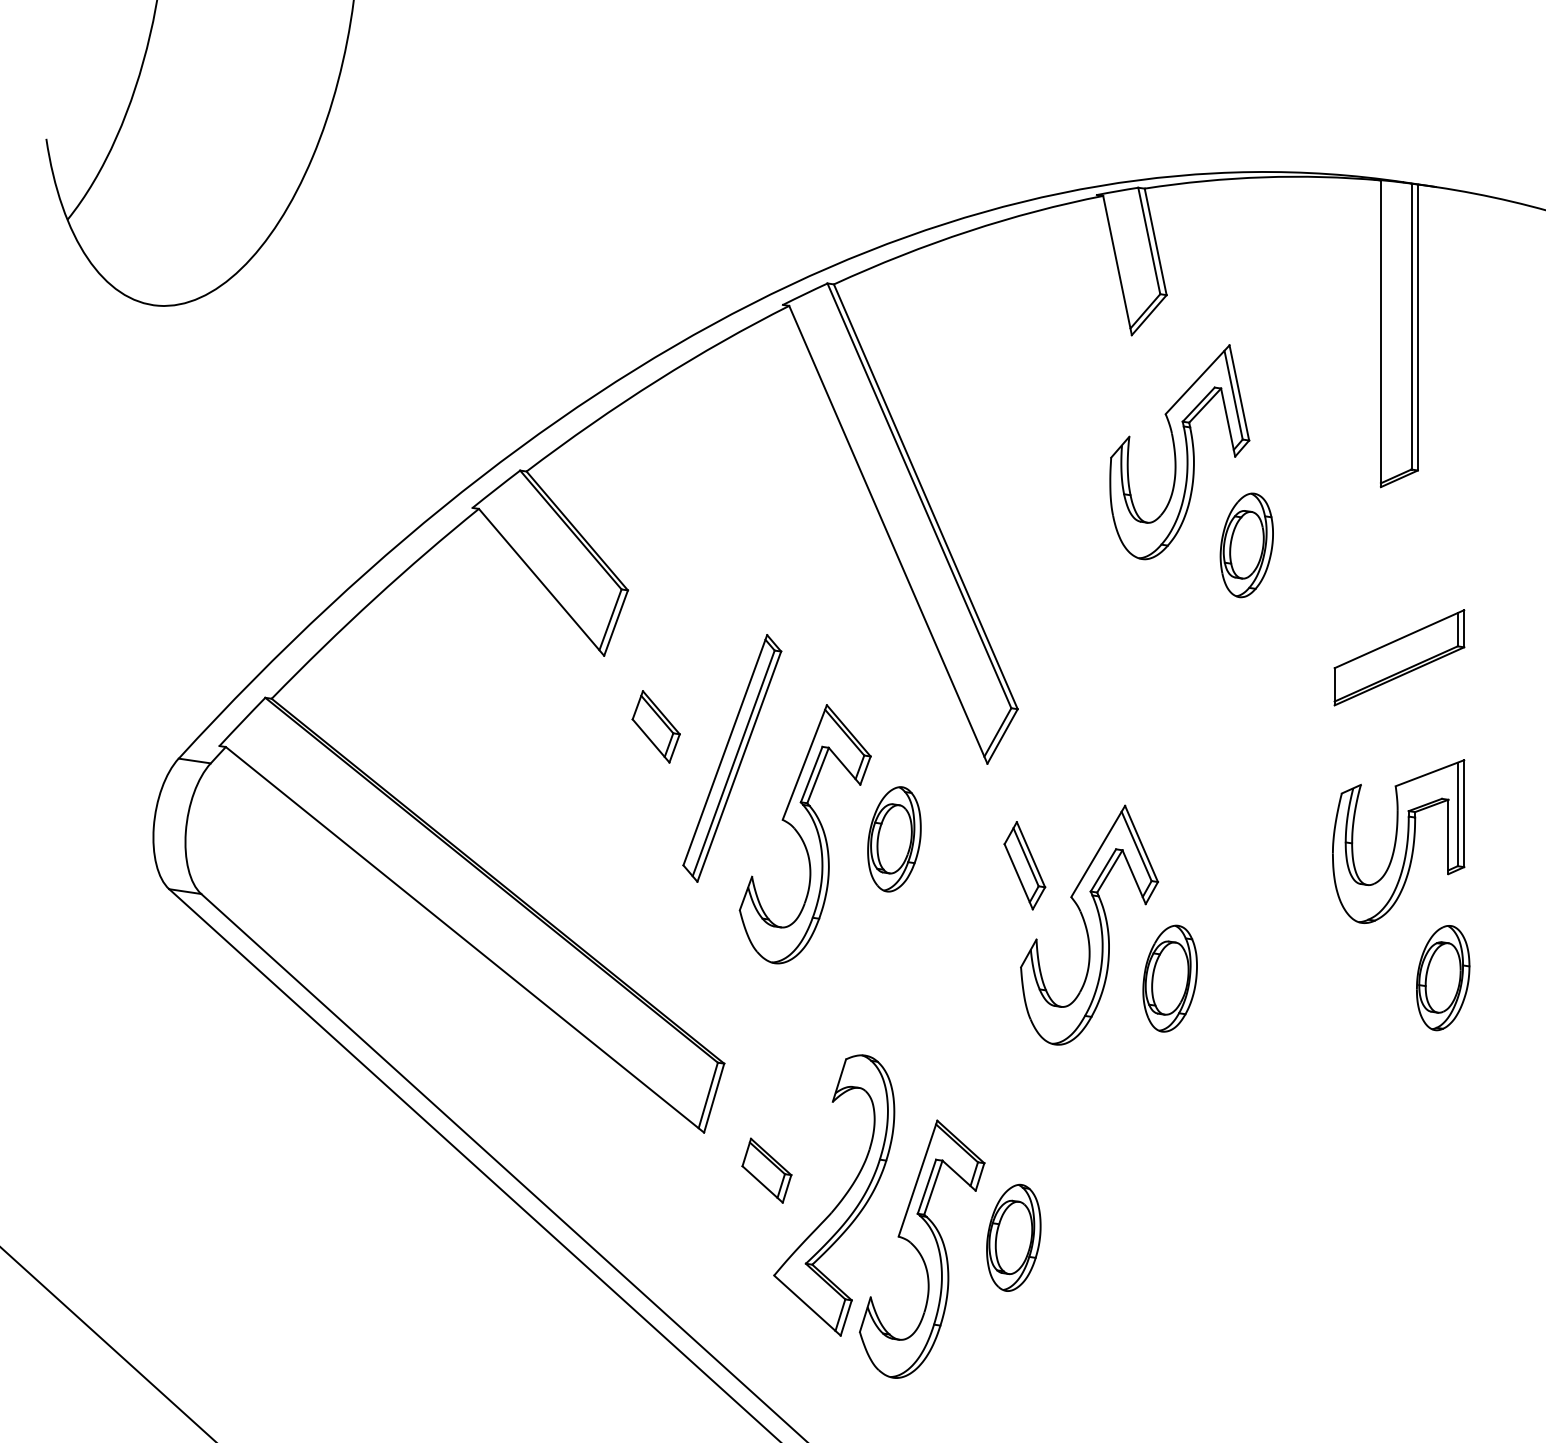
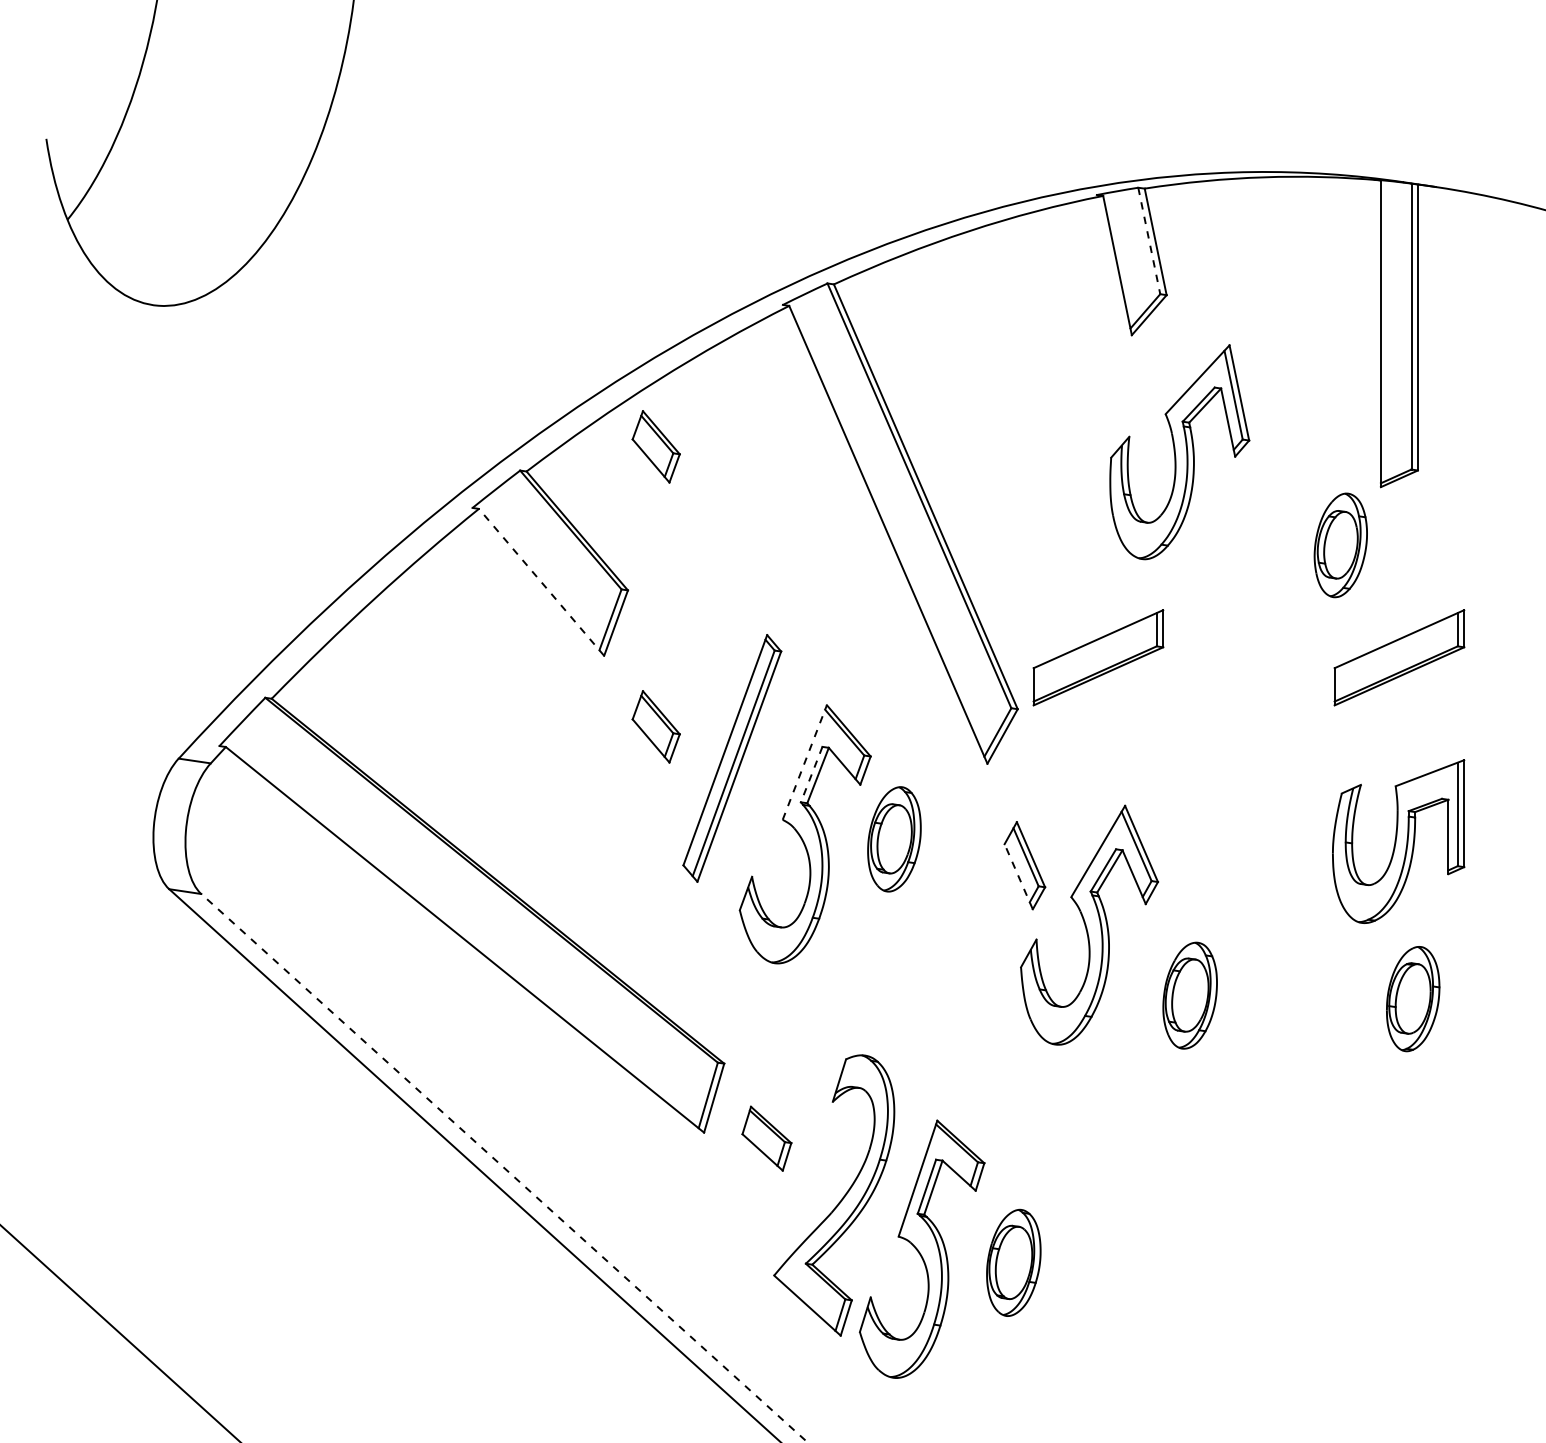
line at (1149, 241): solid -> dashed
part at (655, 446): none -> present
part at (1246, 545) position: (1246, 545) -> (1340, 545)
line at (541, 582): solid -> dashed
part at (1098, 657): none -> present
line at (804, 762): solid -> dashed
line at (811, 774): solid -> dashed
line at (1018, 876): solid -> dashed
part at (1169, 978) position: (1169, 978) -> (1189, 995)
part at (1443, 978) position: (1443, 978) -> (1413, 999)
line at (504, 1168): solid -> dashed
part at (766, 1170) position: (766, 1170) -> (766, 1138)
part at (1013, 1237) position: (1013, 1237) -> (1013, 1262)
line at (107, 1343) position: (107, 1343) -> (119, 1332)
